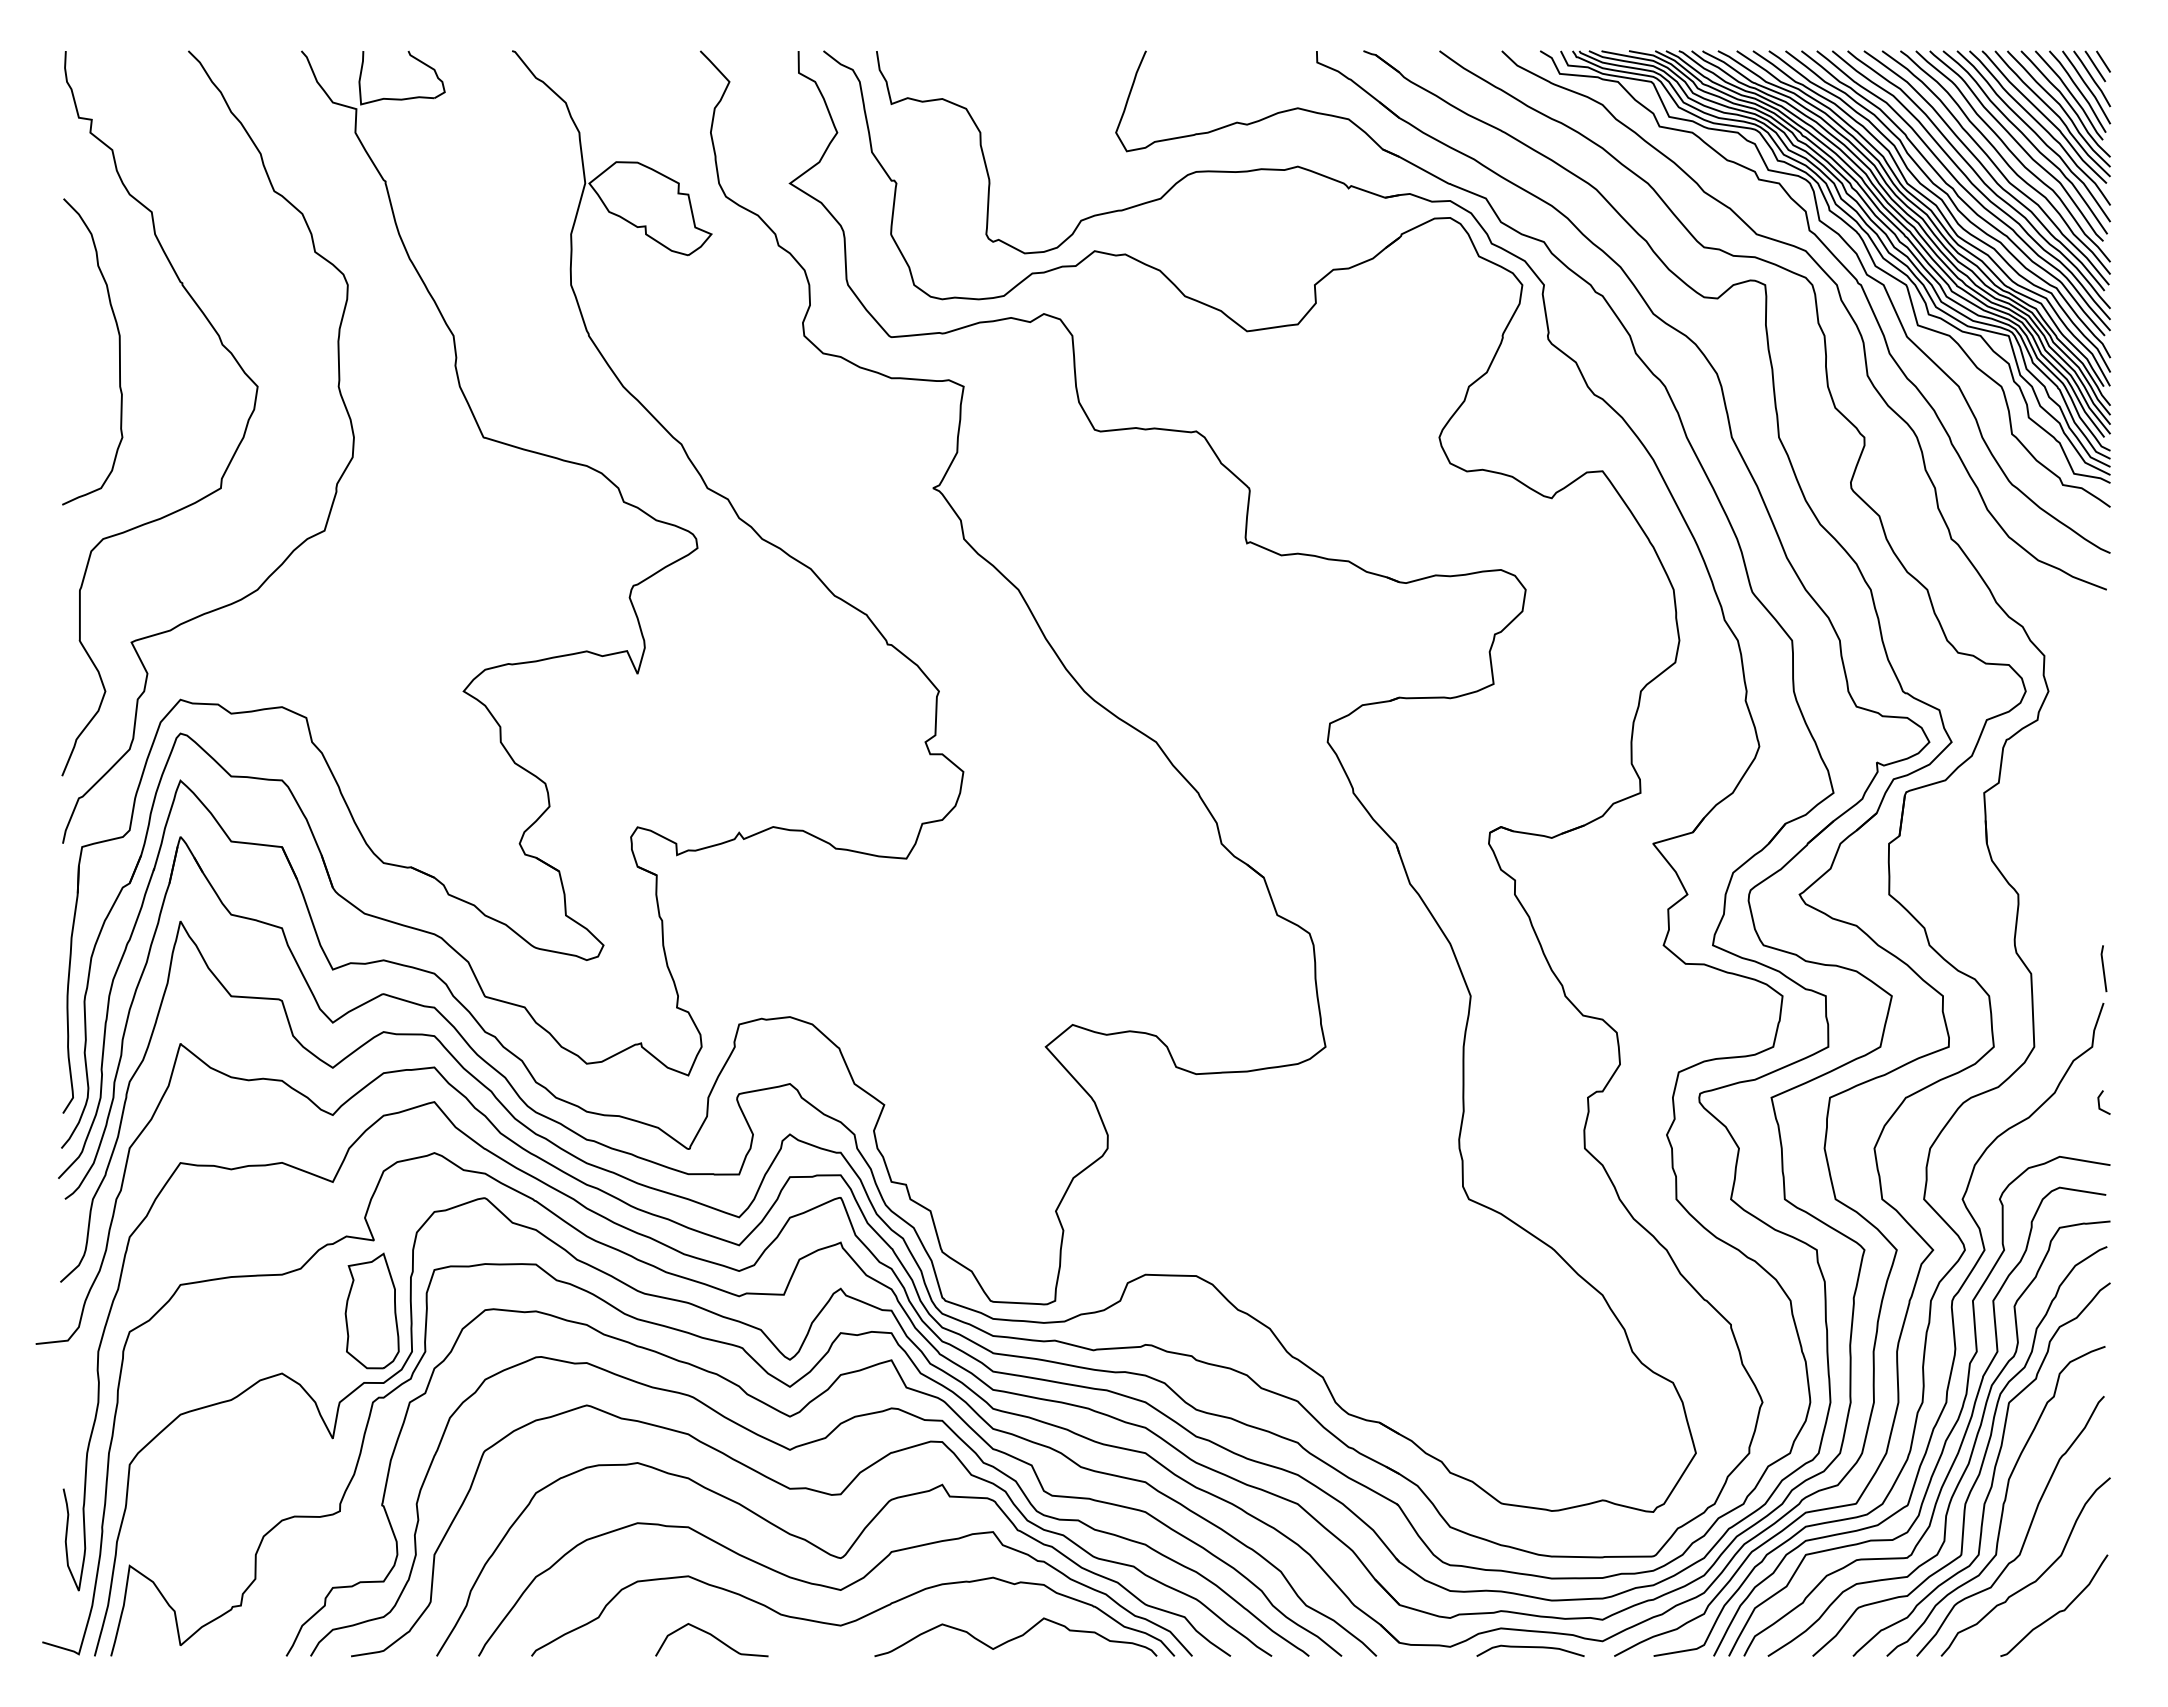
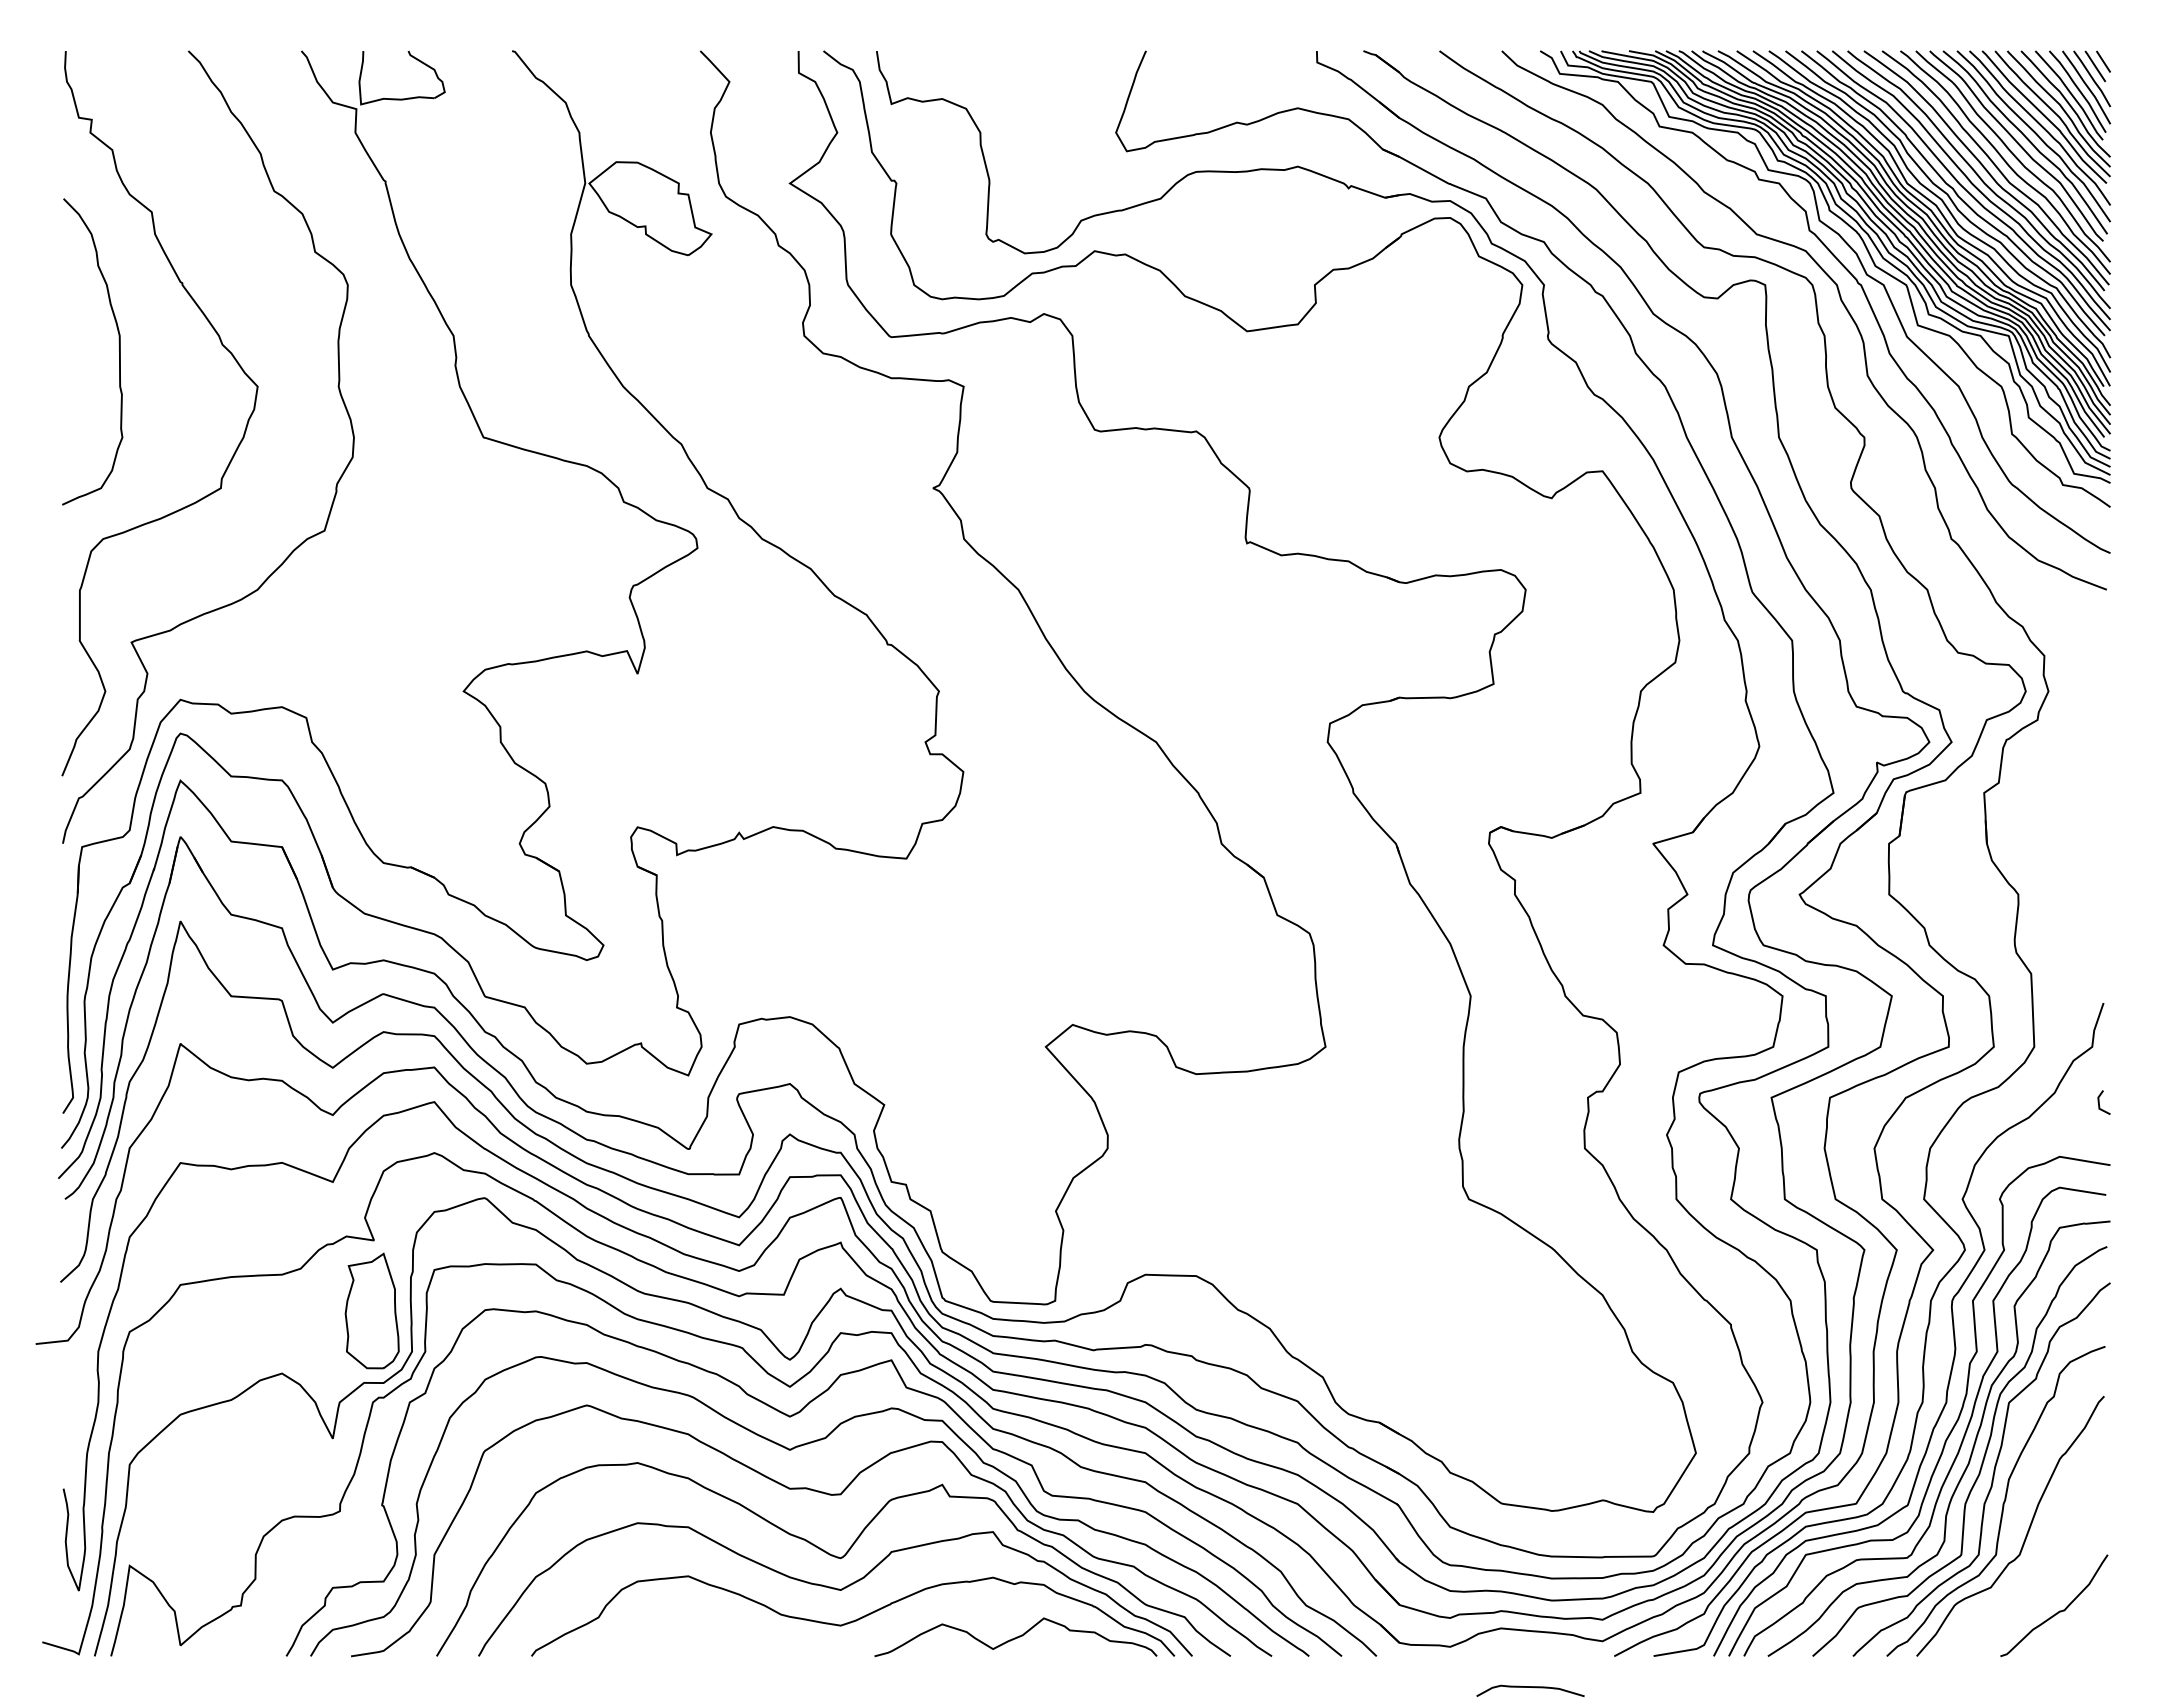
line at (2103, 968): present -> none
curve at (2037, 1578): present -> none
curve at (713, 1637): present -> none
curve at (1530, 1647) position: (1530, 1647) -> (1530, 1687)
